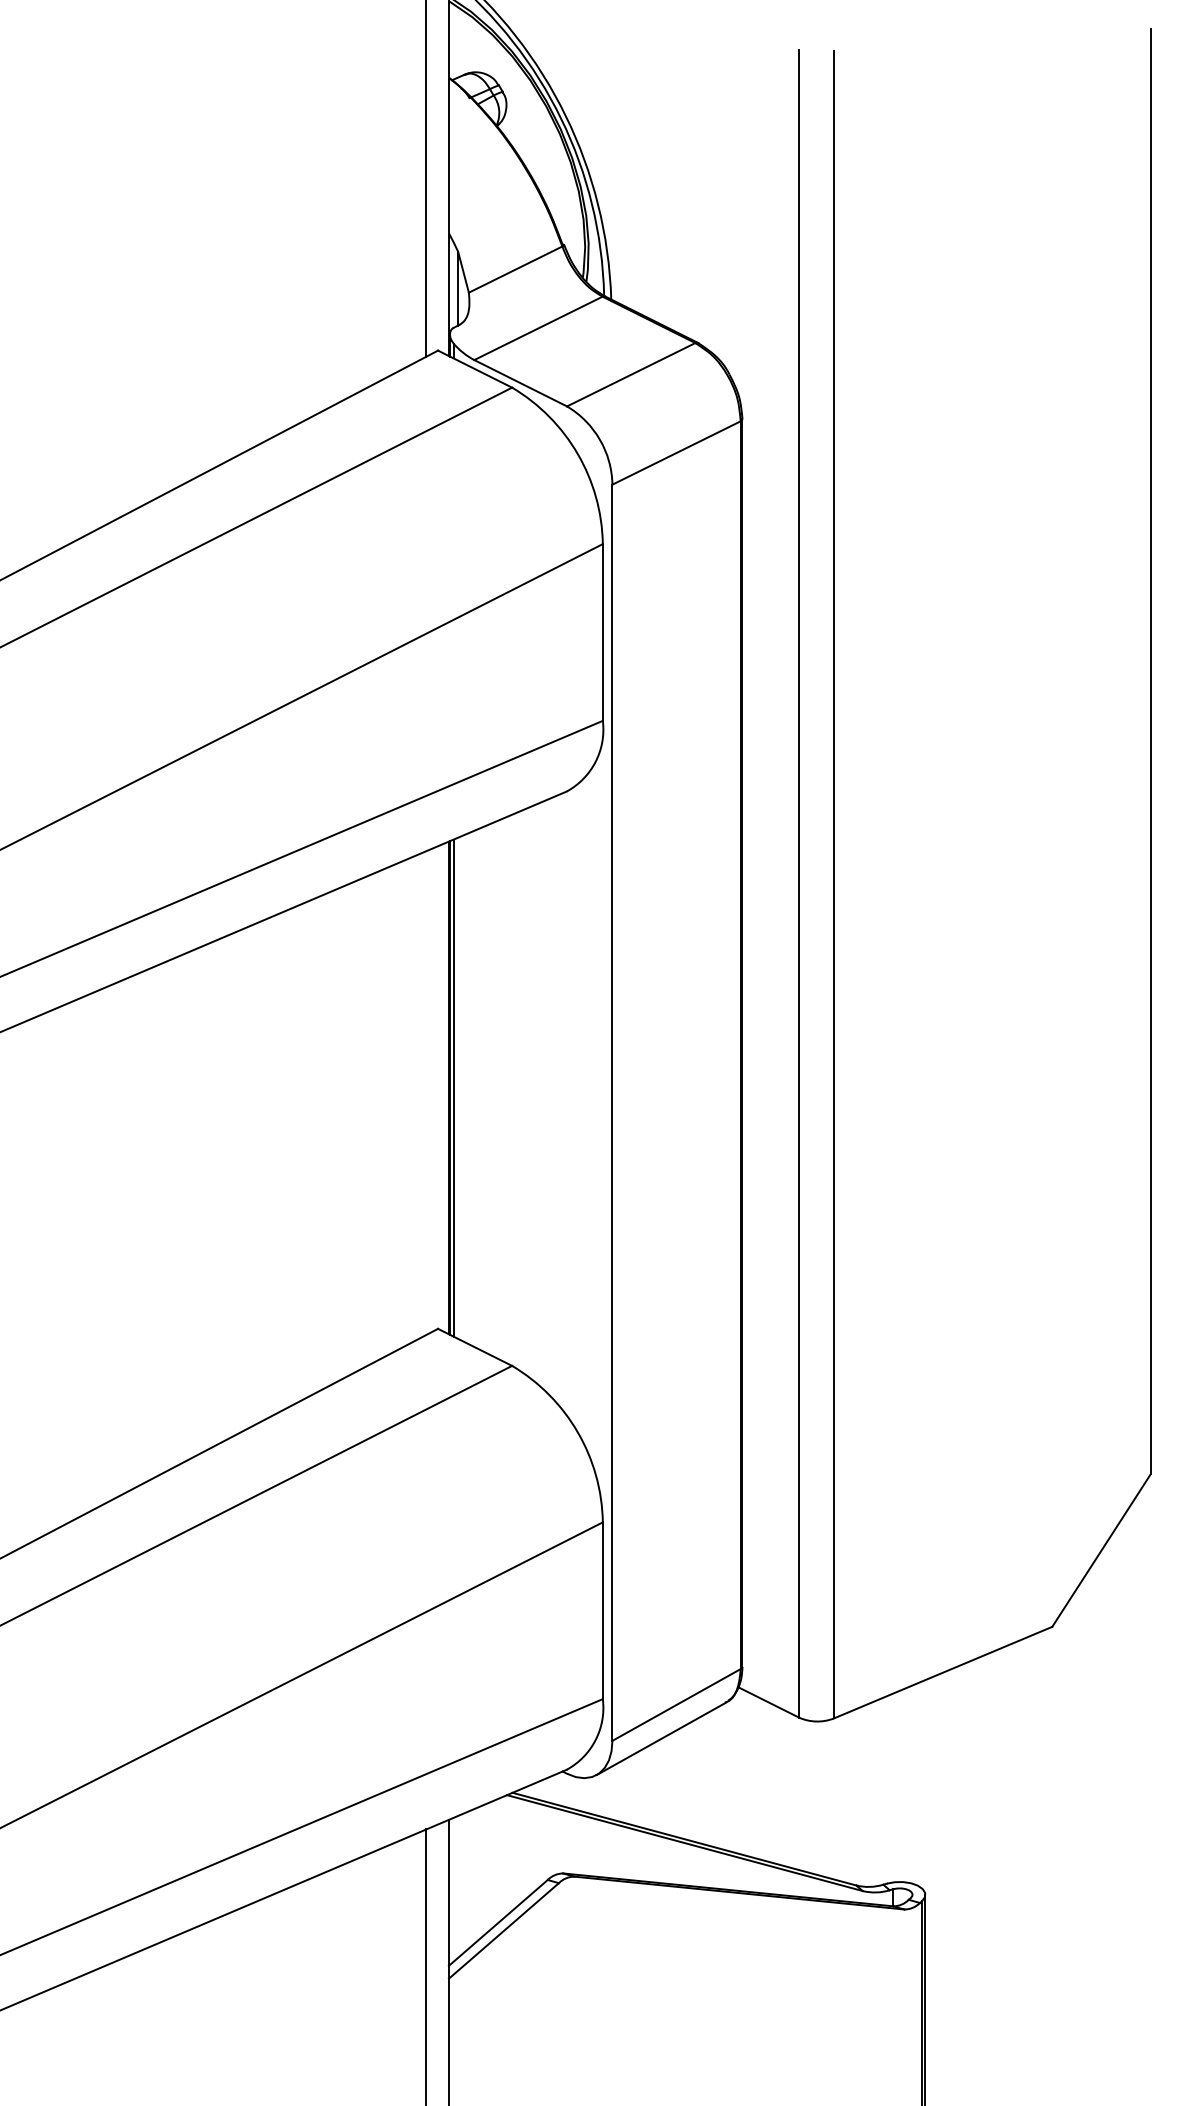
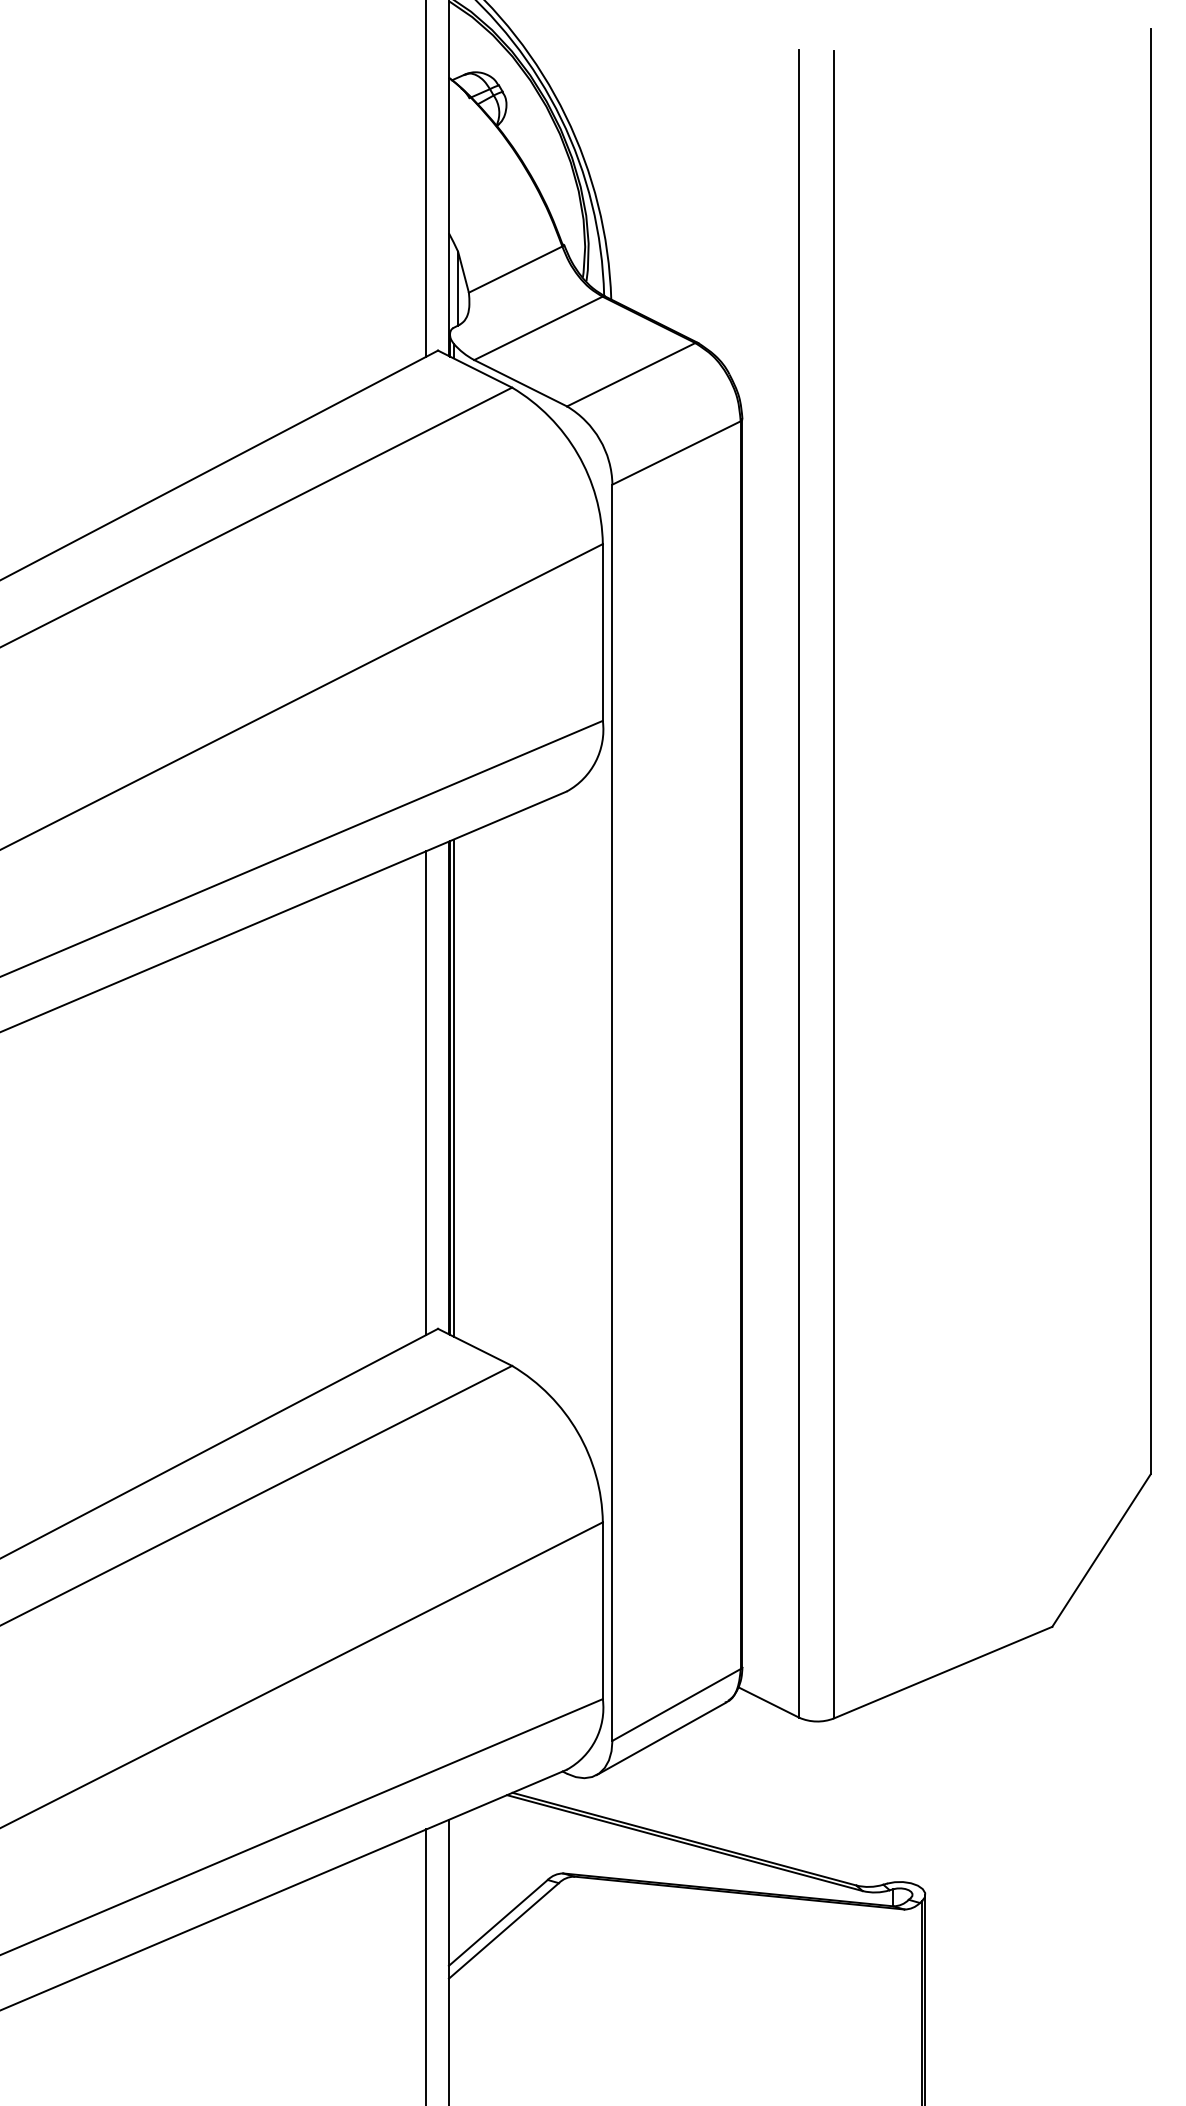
line at (426, 1092): none -> present
